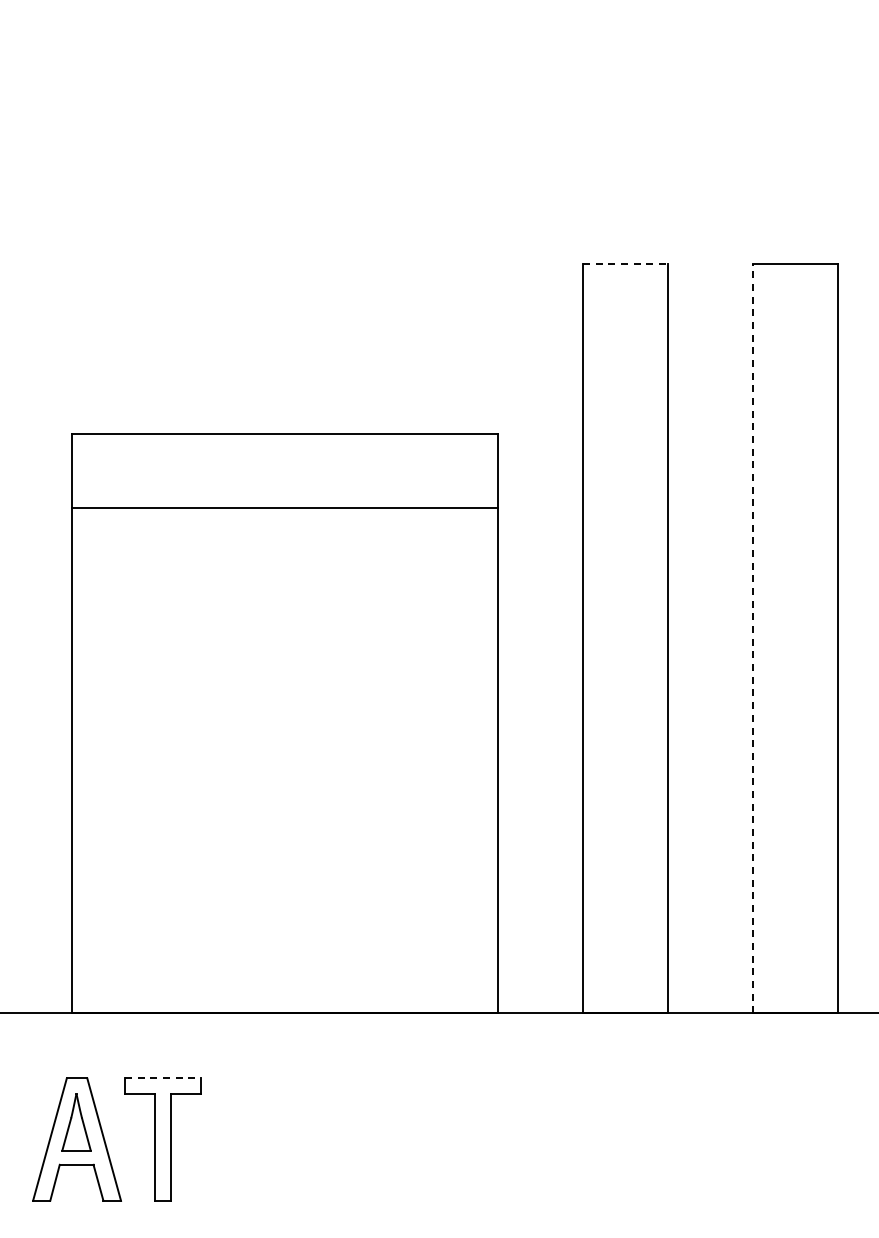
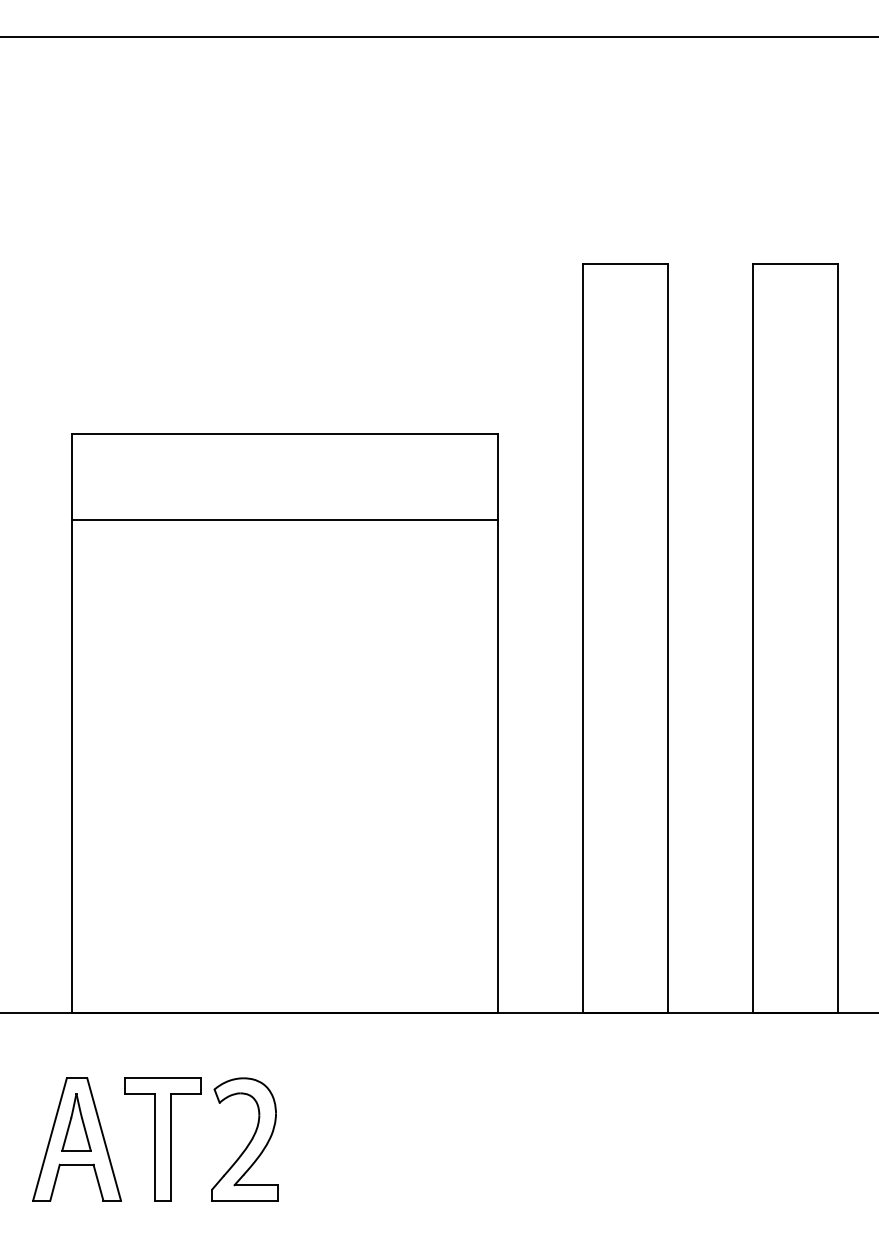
line at (438, 37): none -> present
line at (625, 264): dashed -> solid
line at (284, 507) position: (284, 507) -> (284, 519)
line at (753, 638): dashed -> solid
line at (163, 1078): dashed -> solid
part at (244, 1139): none -> present
